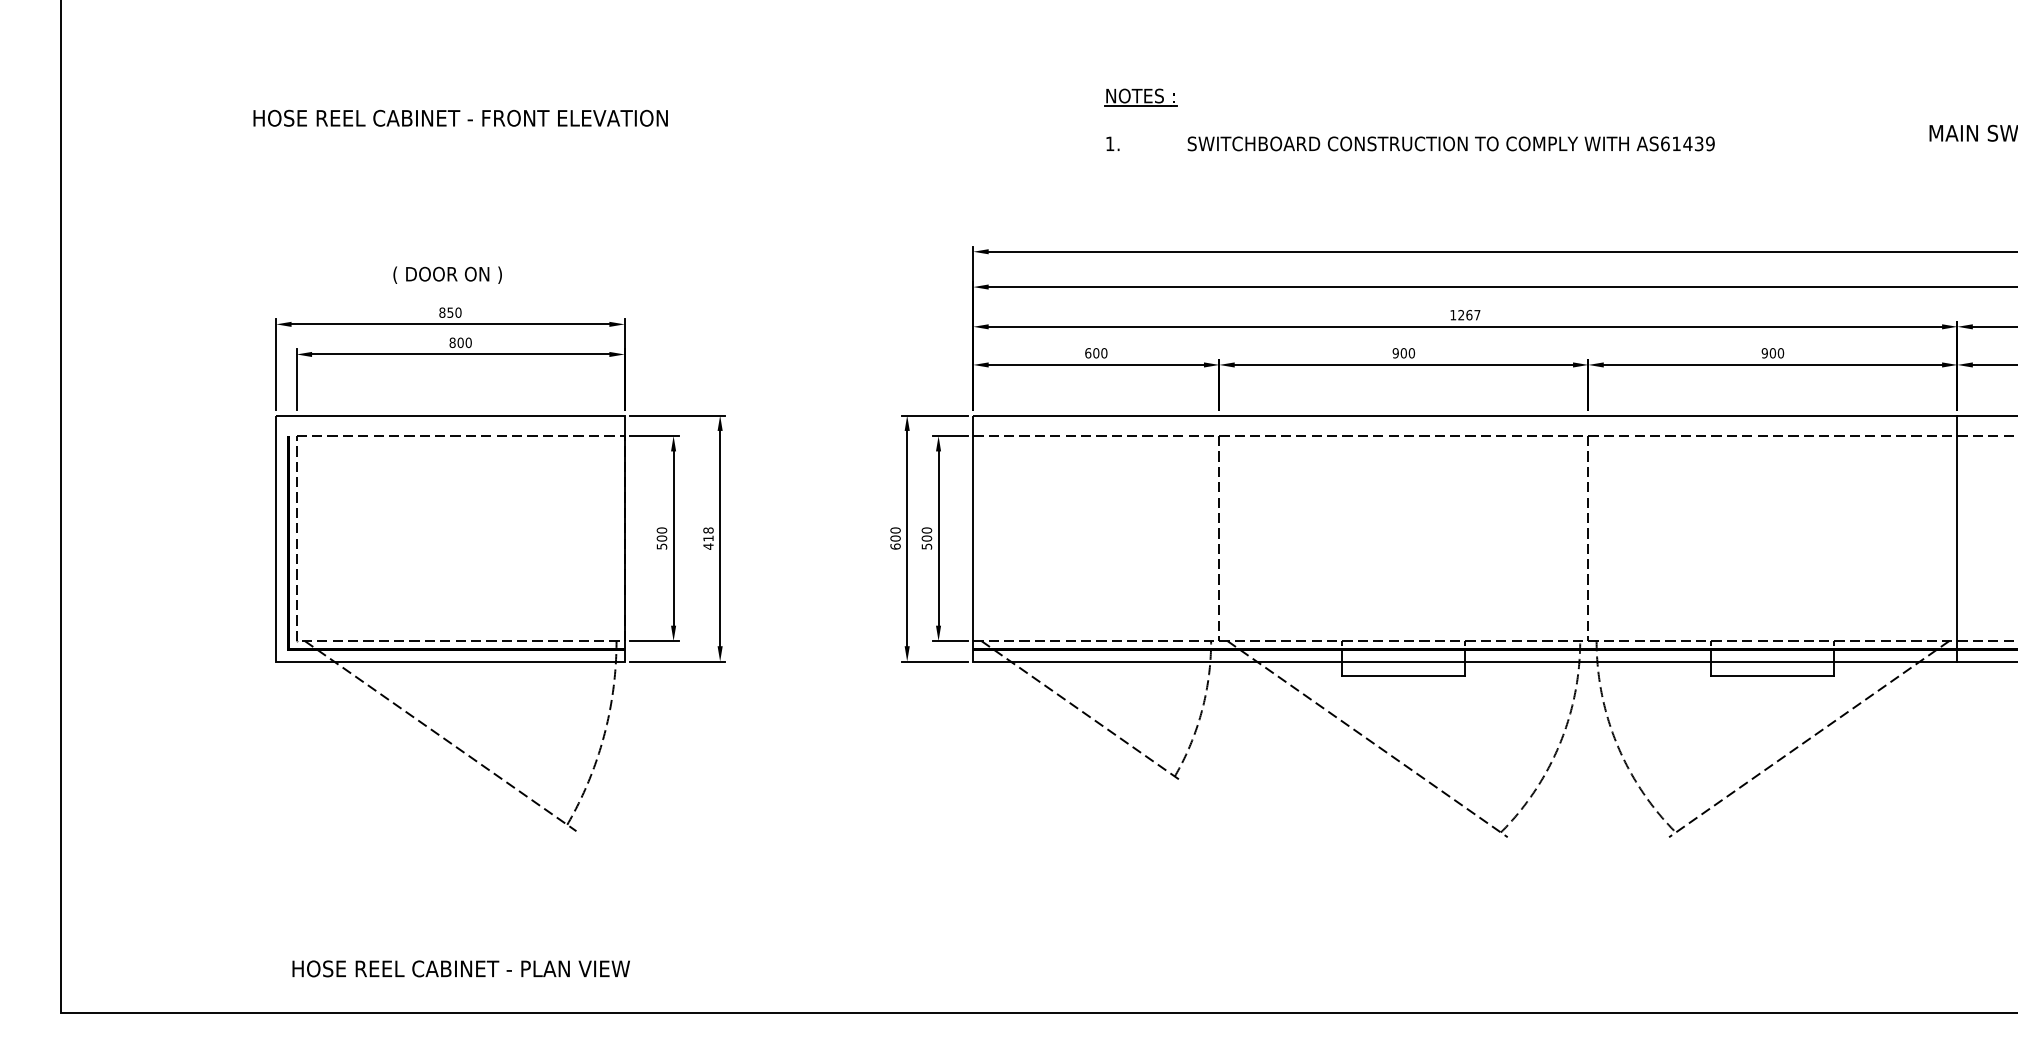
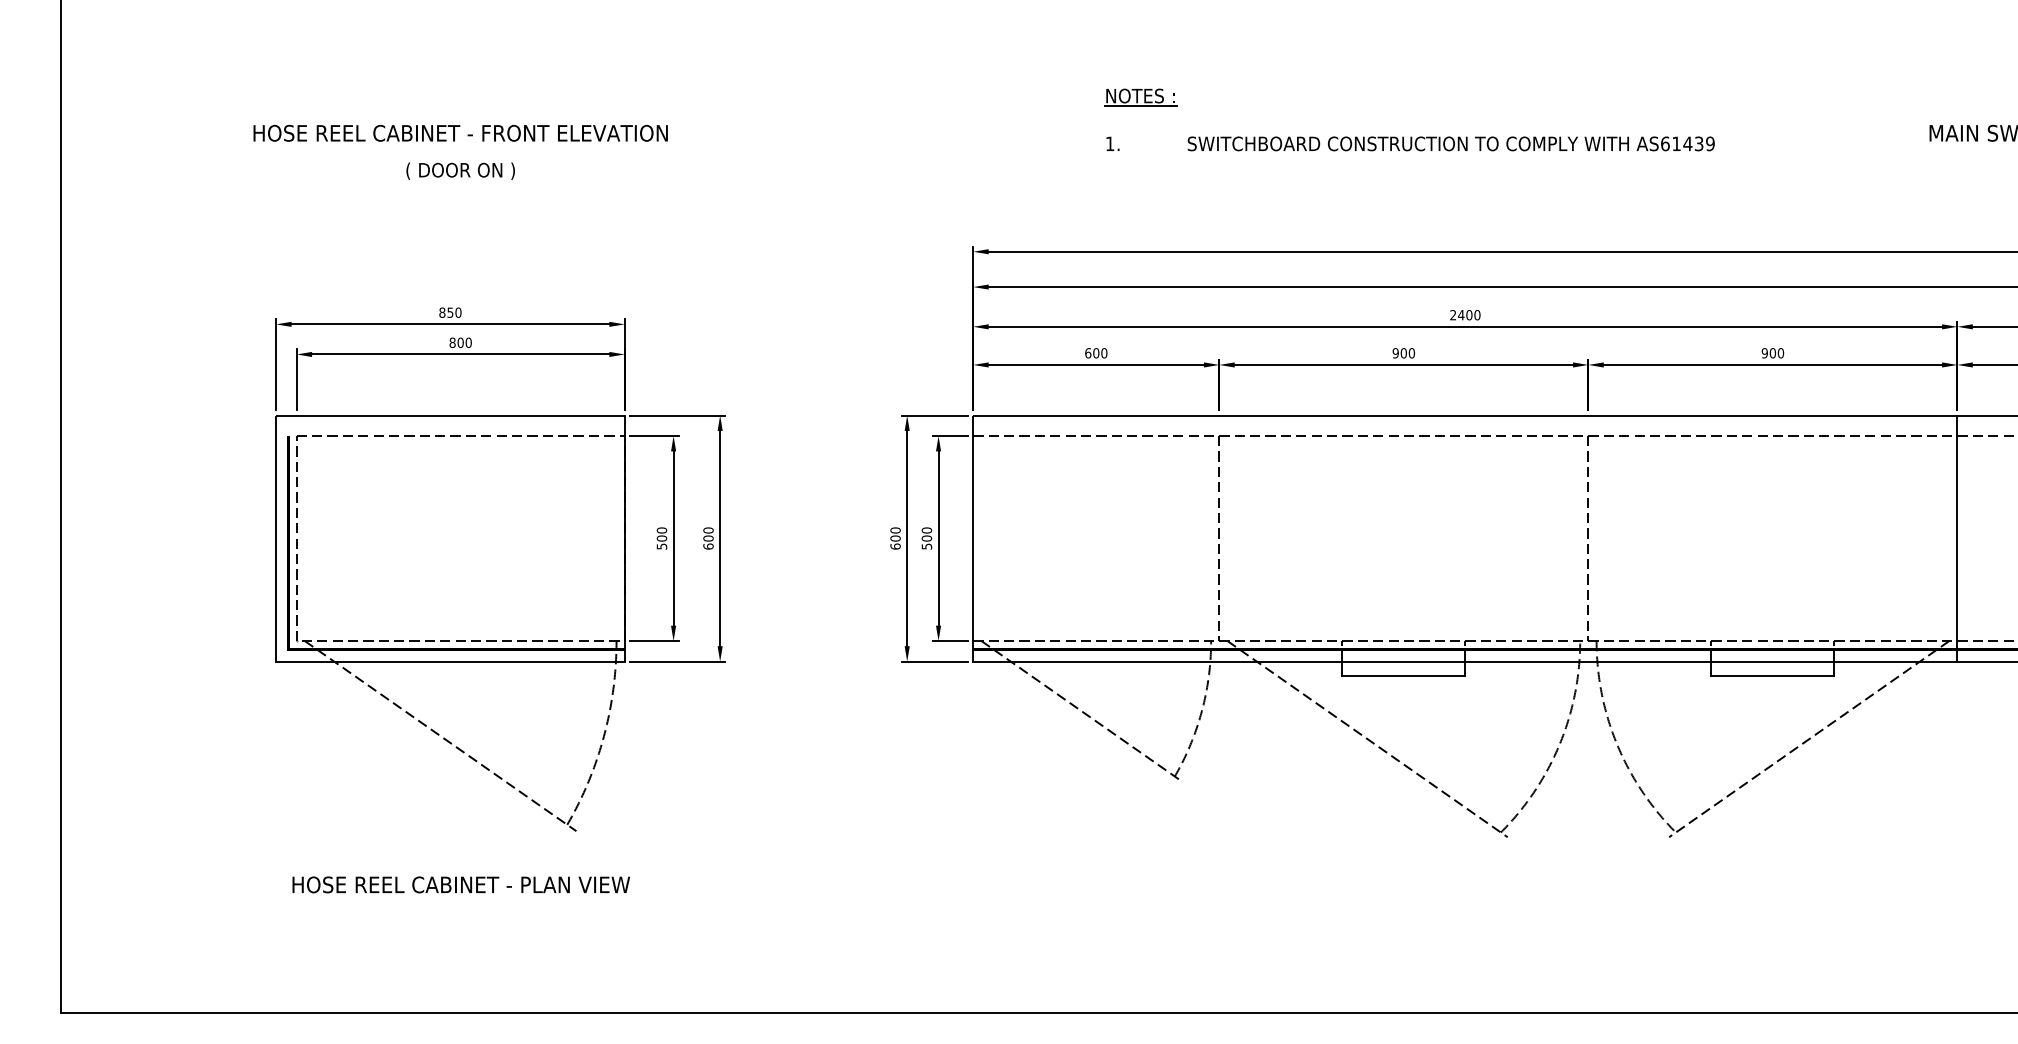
text at (460, 117) position: (460, 117) -> (460, 132)
text at (447, 274) position: (447, 274) -> (460, 170)
text at (1465, 315): 1267 -> 2400
text at (708, 538): 418 -> 600
text at (460, 968) position: (460, 968) -> (460, 884)
